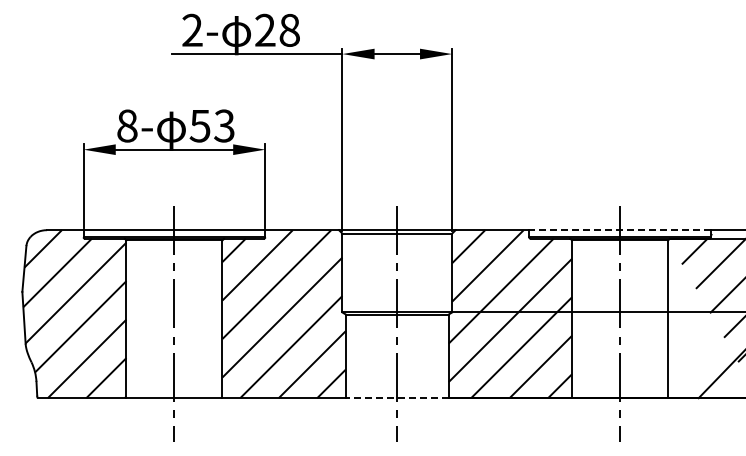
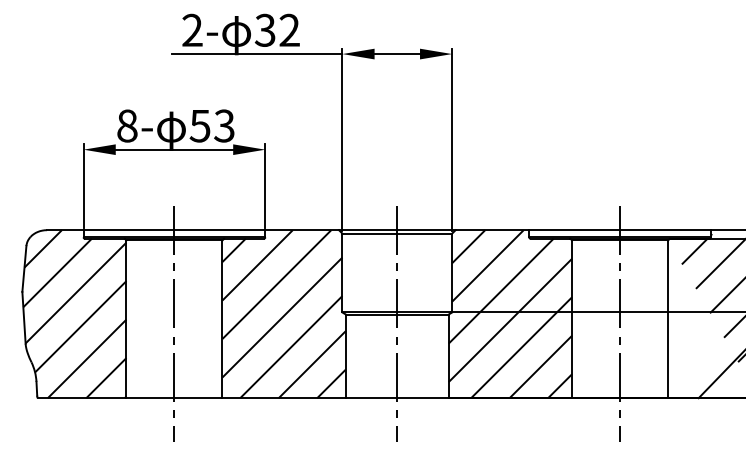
text at (276, 29): 28 -> 32
line at (620, 230): dashed -> solid
line at (396, 398): dashed -> solid
